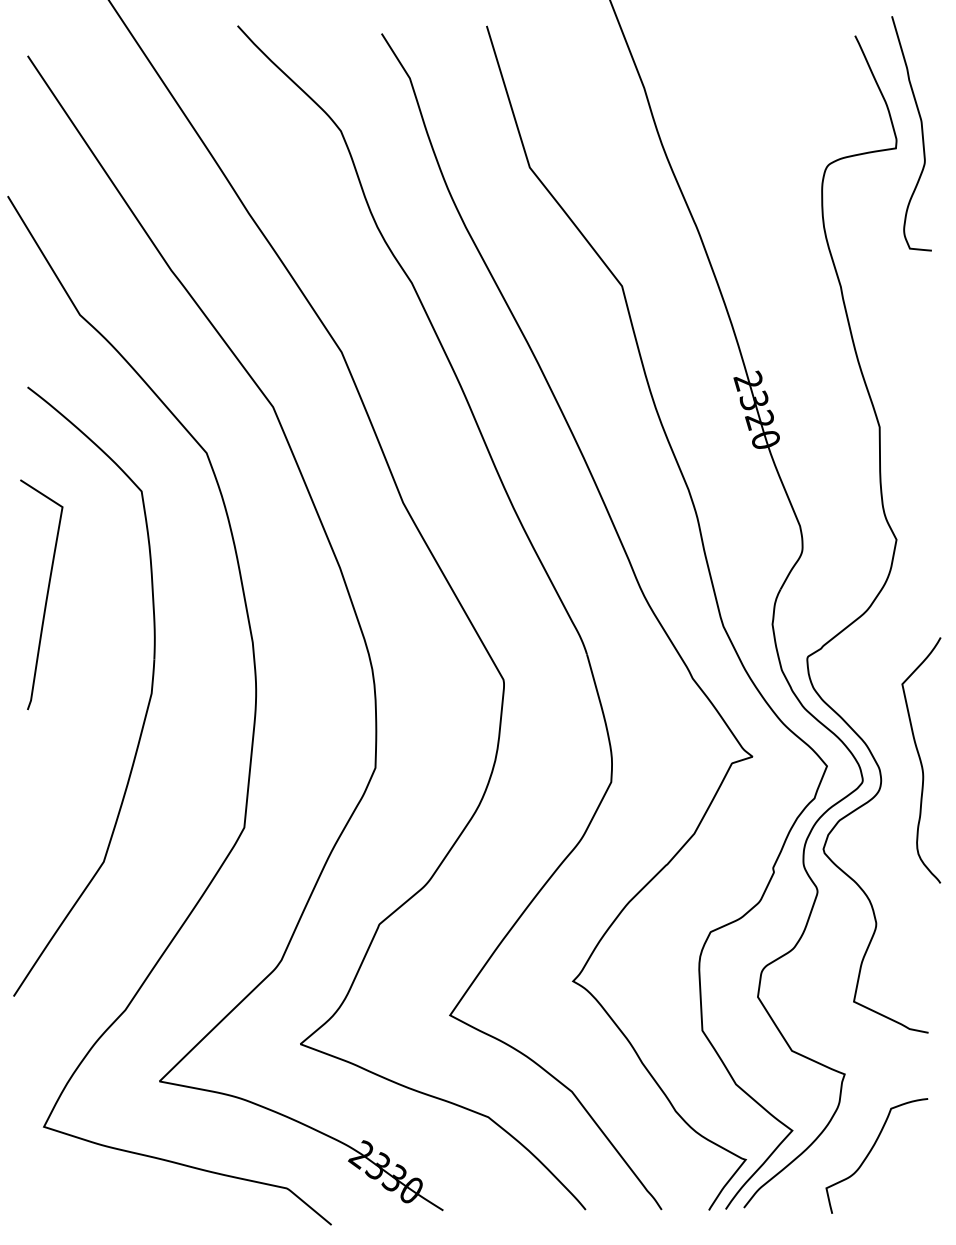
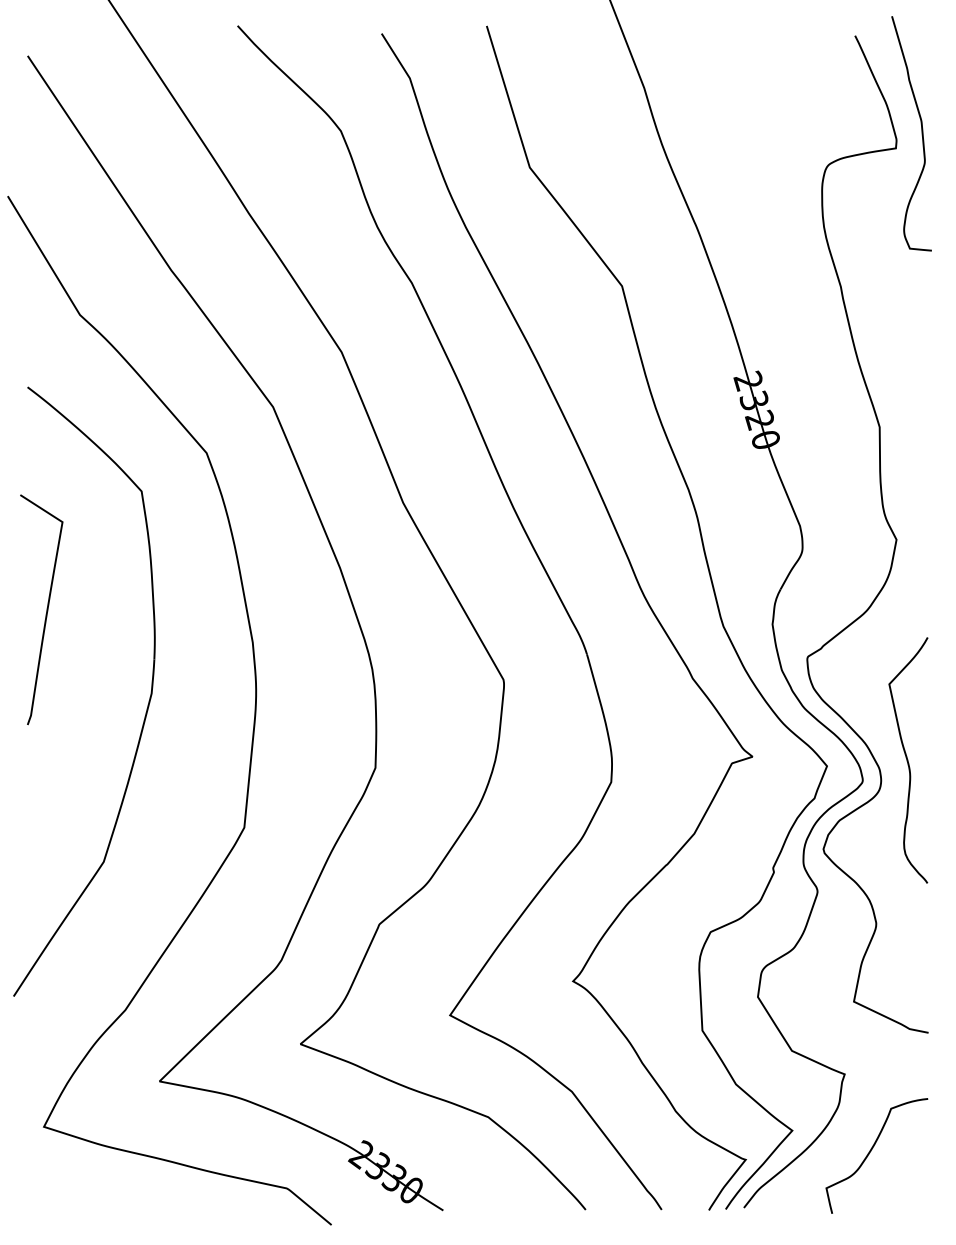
curve at (46, 594) position: (46, 594) -> (46, 609)
curve at (921, 760) position: (921, 760) -> (908, 760)
